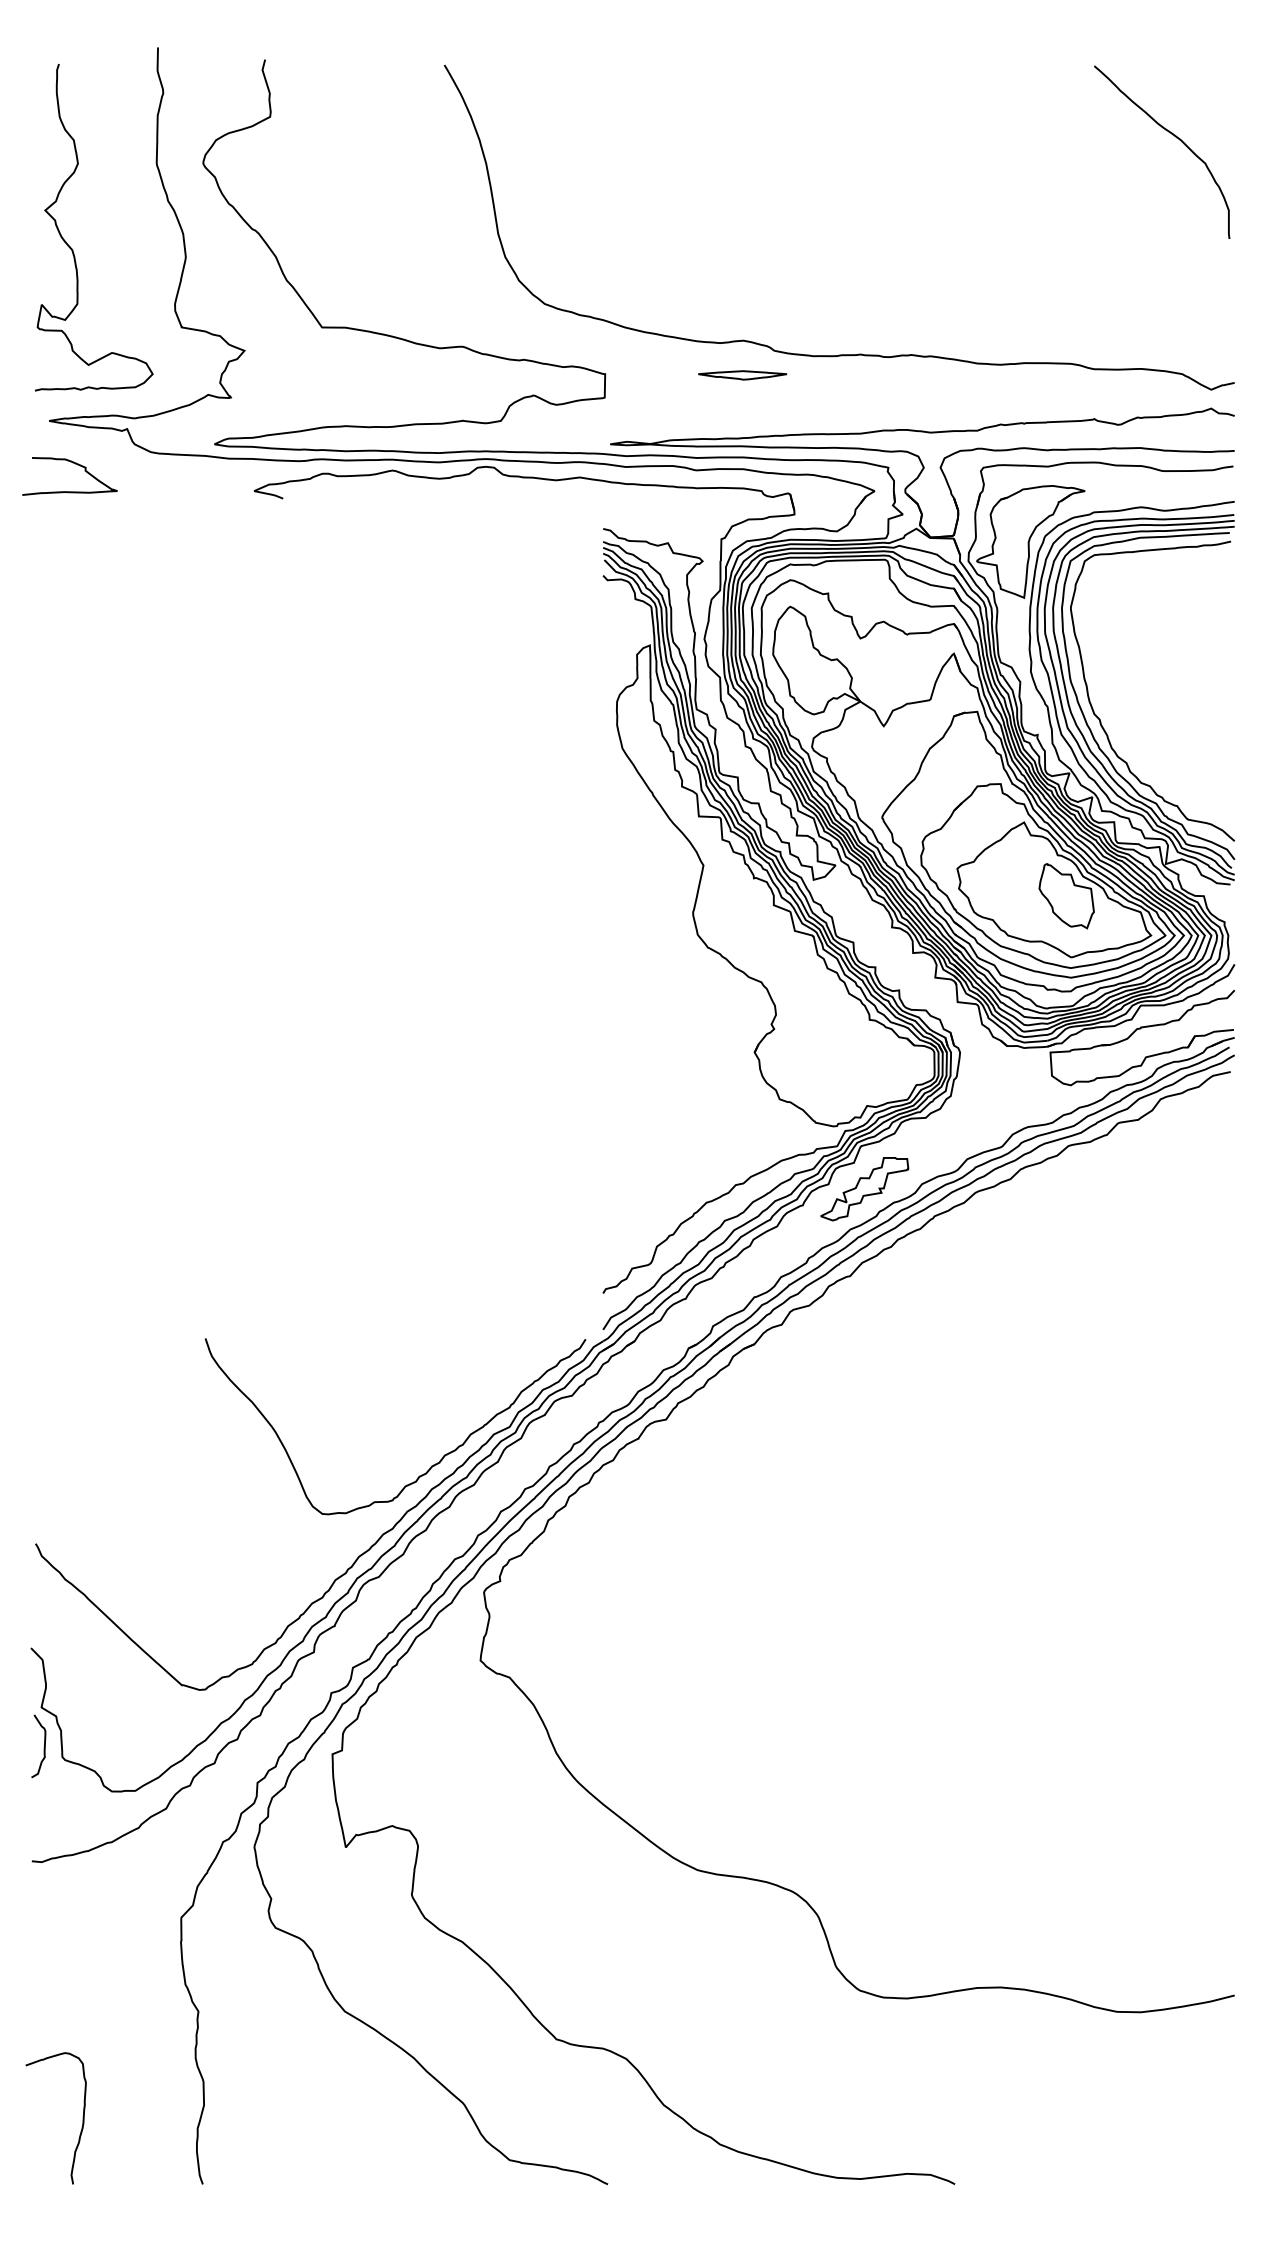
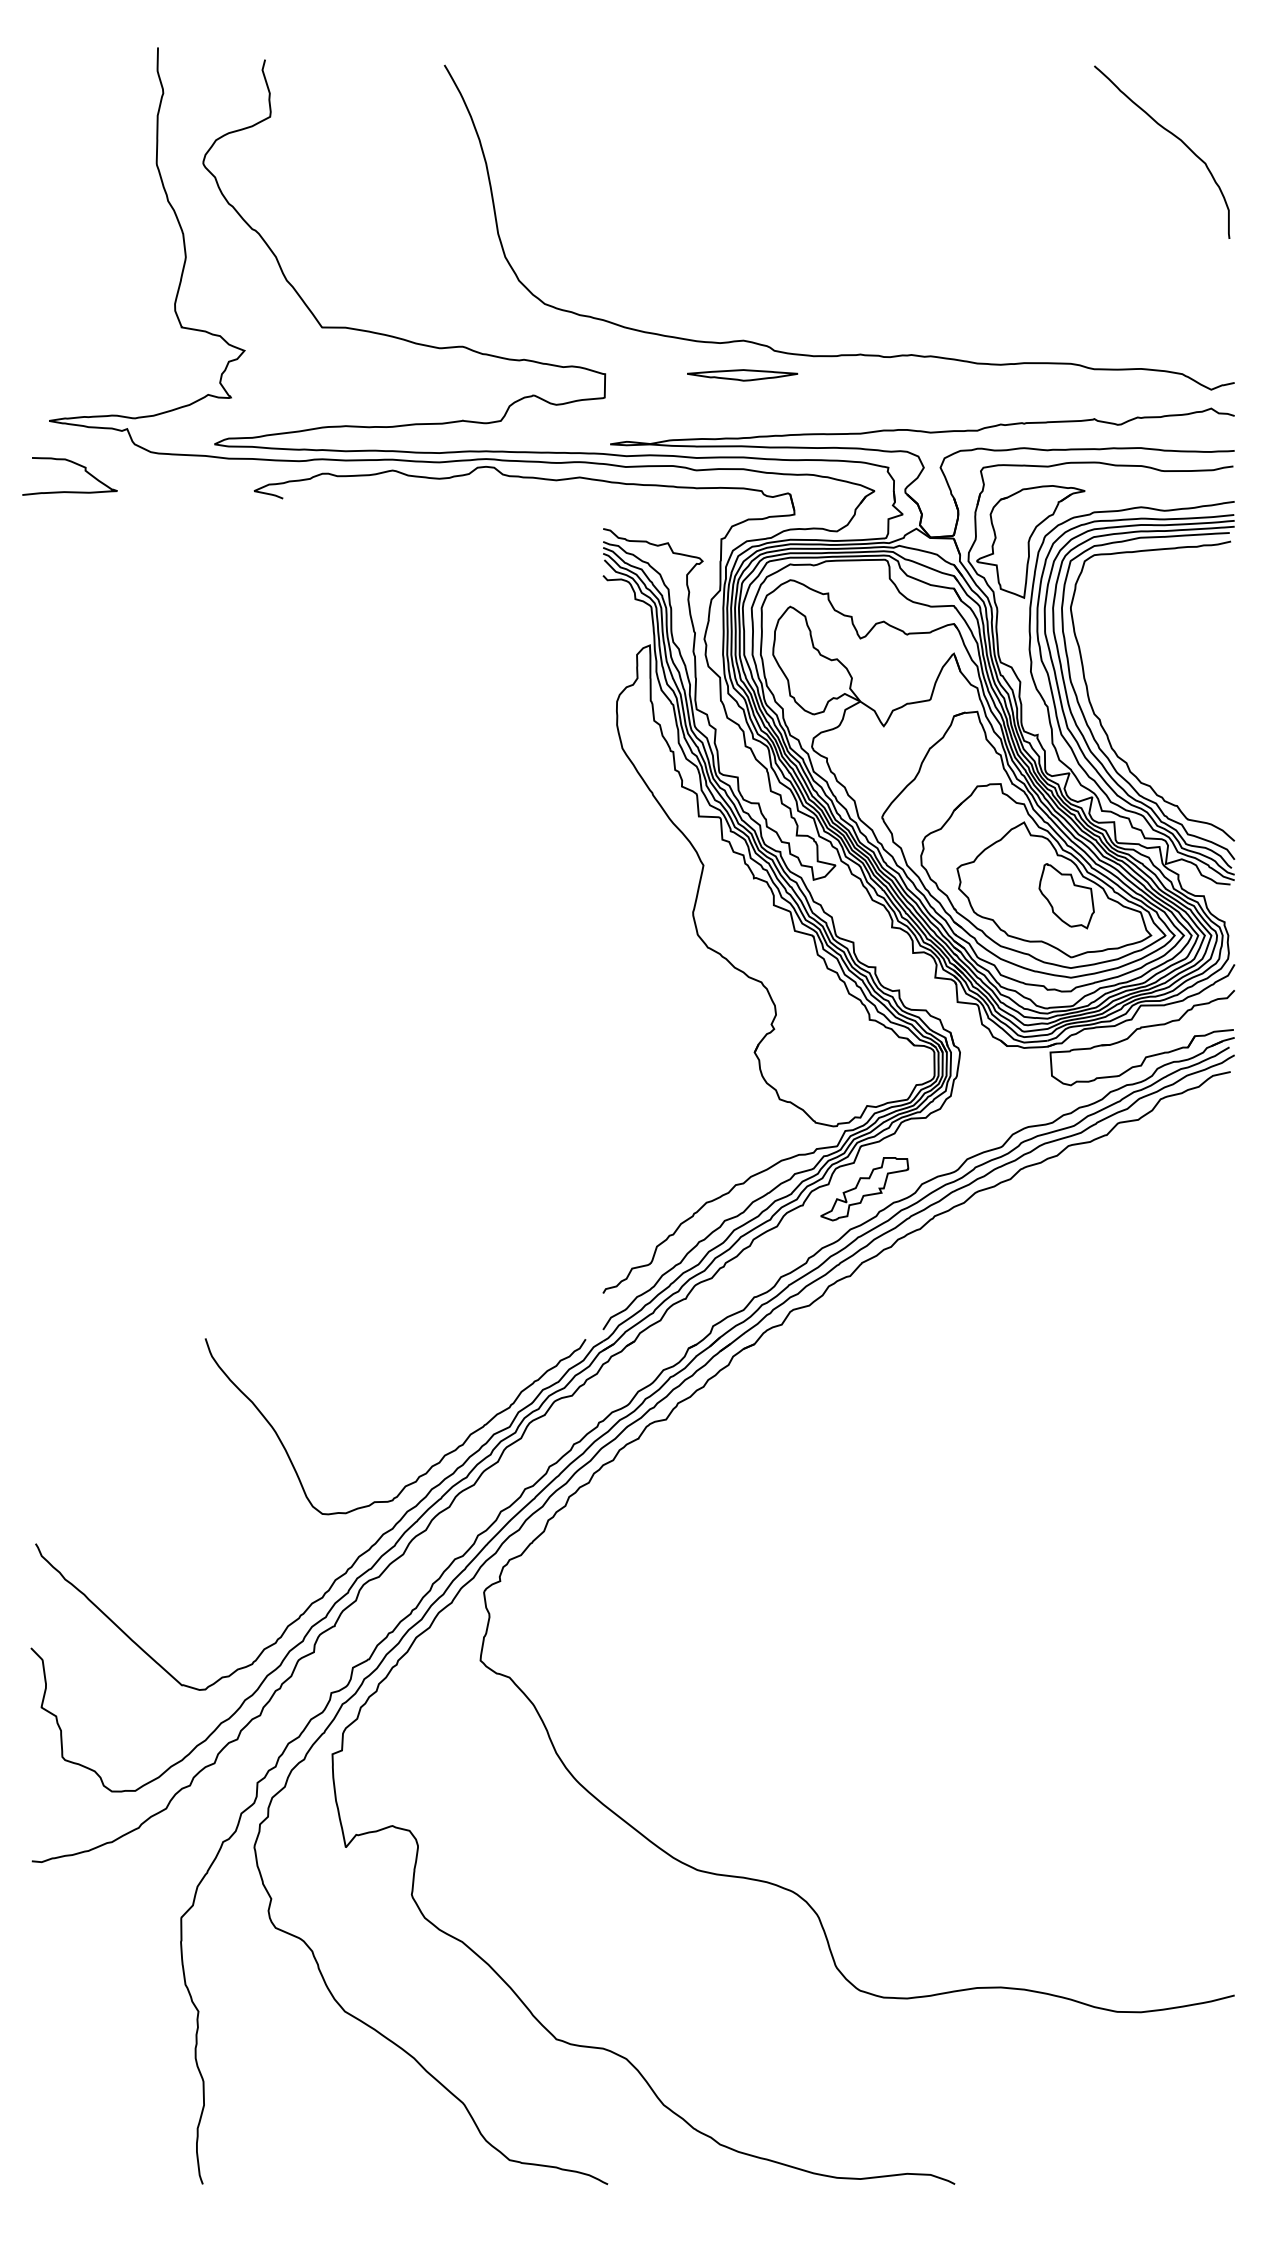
curve at (72, 248): present -> none
part at (742, 375) size: 90x11 px -> 112x13 px
curve at (43, 1747): present -> none
curve at (82, 2118): present -> none
